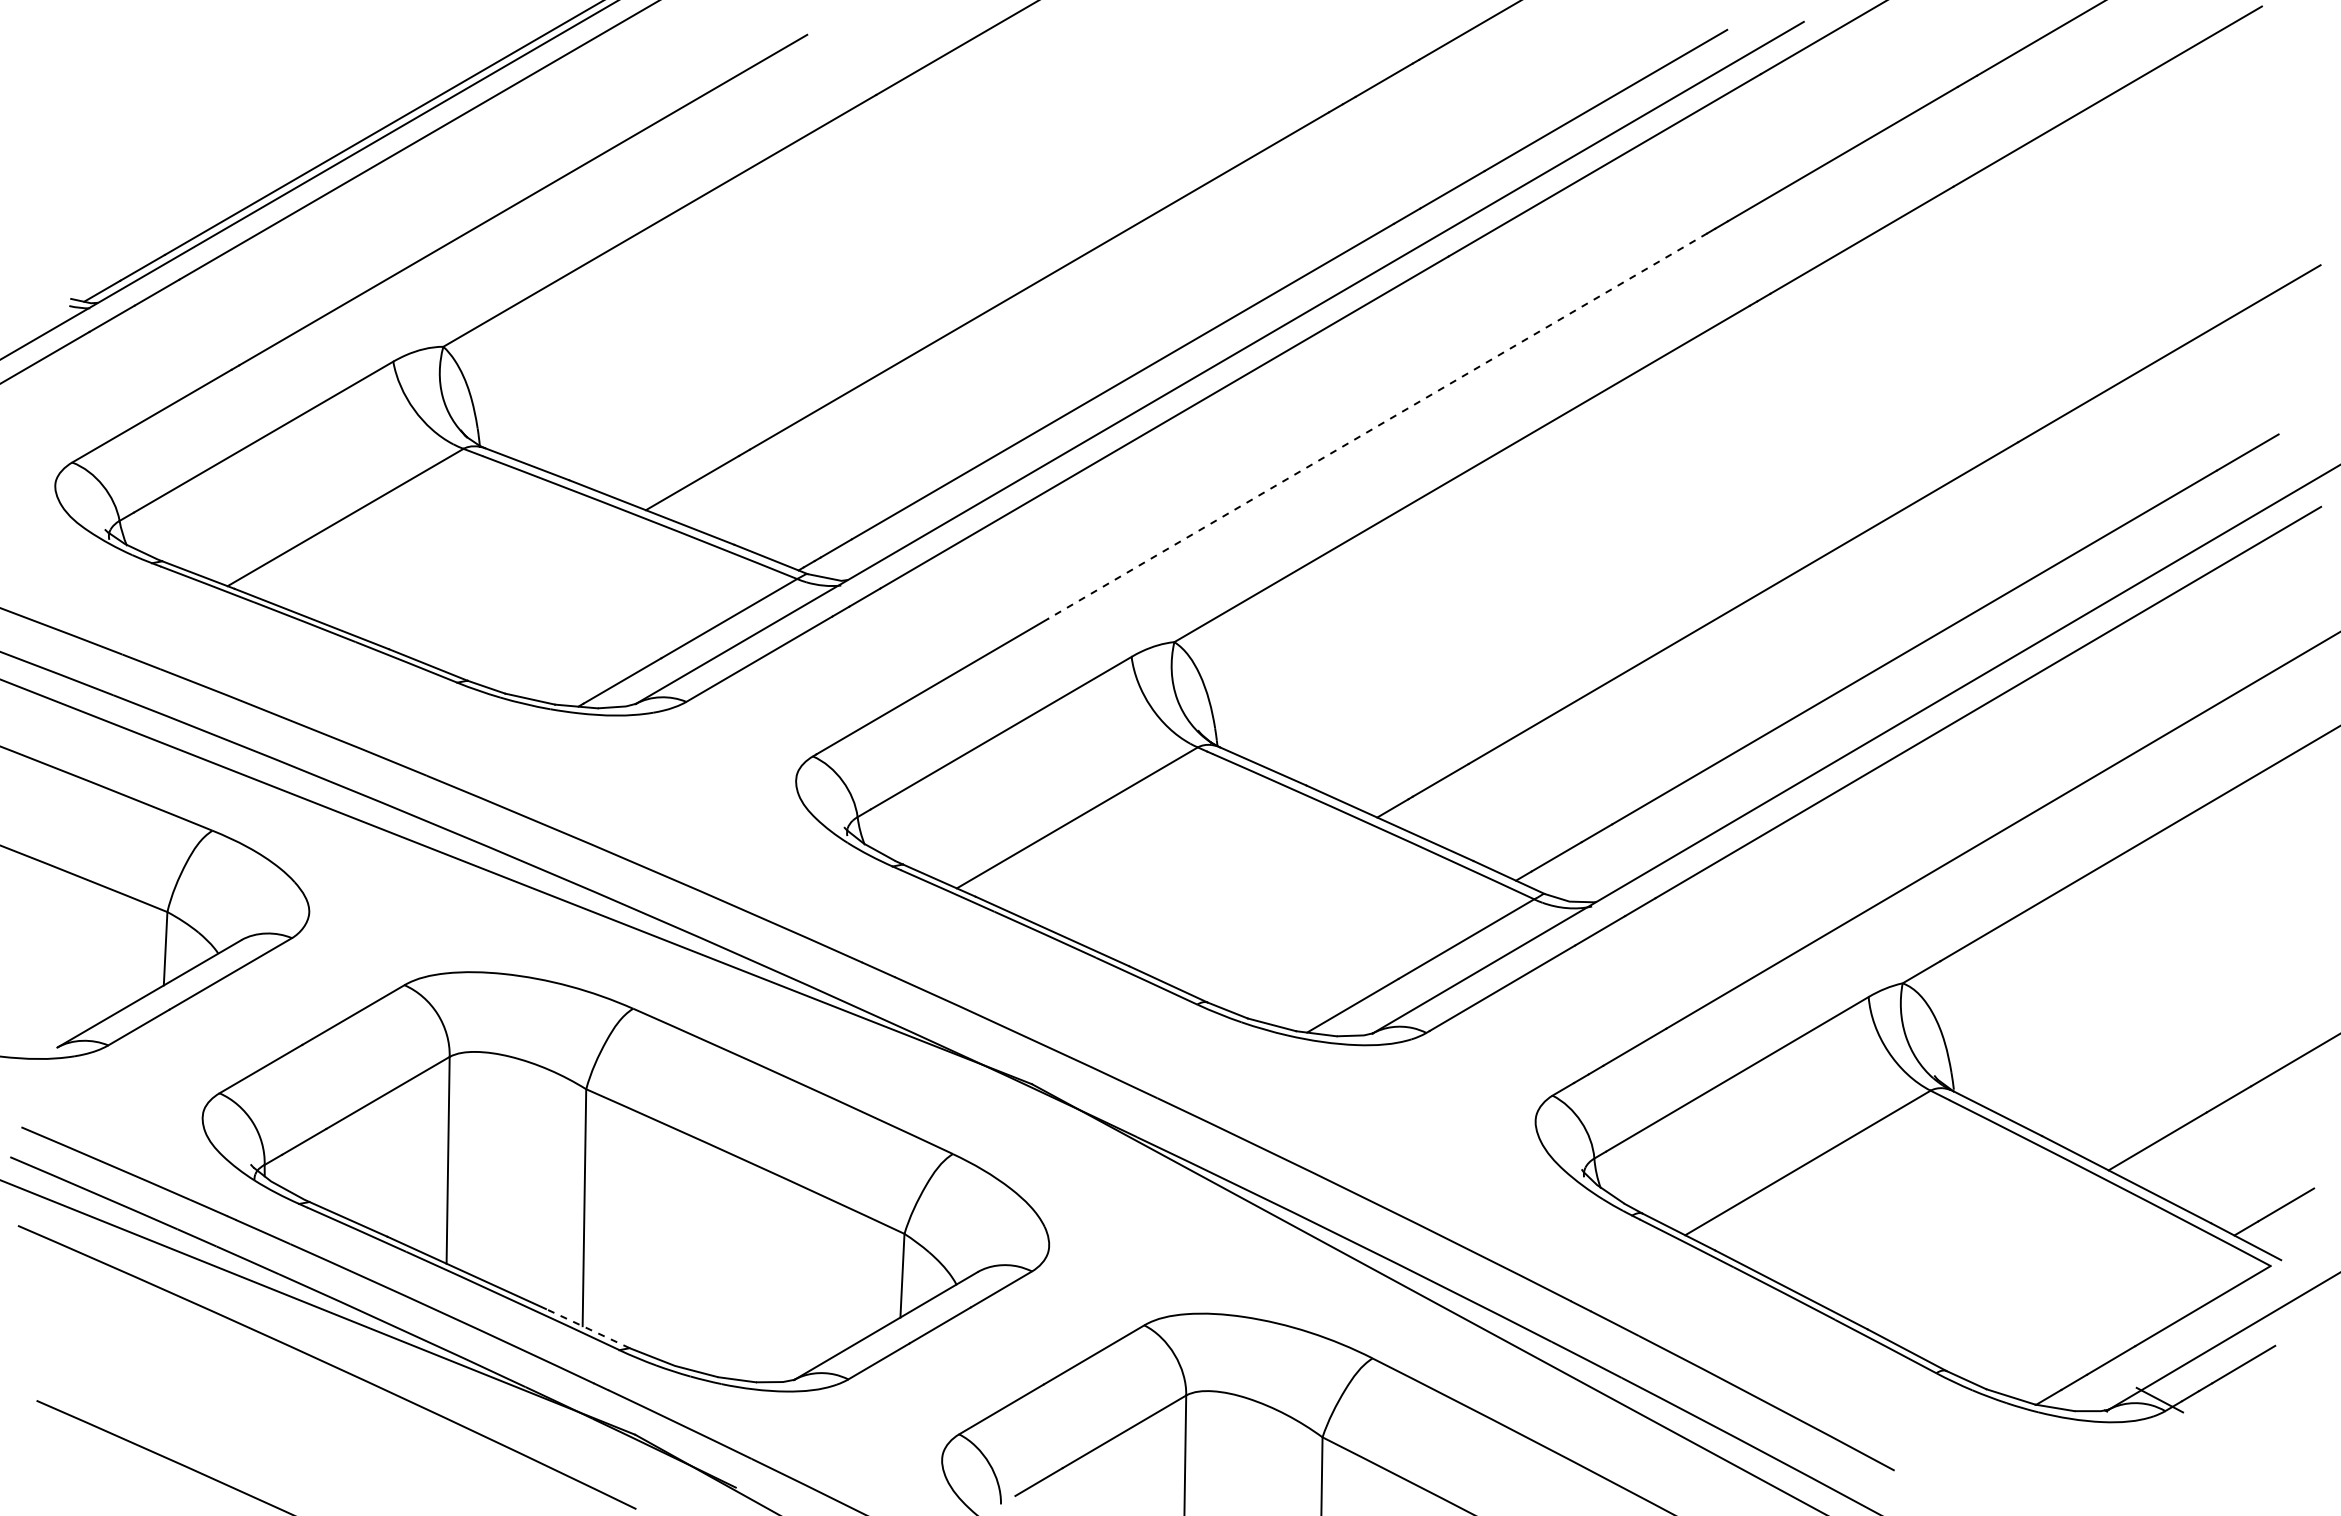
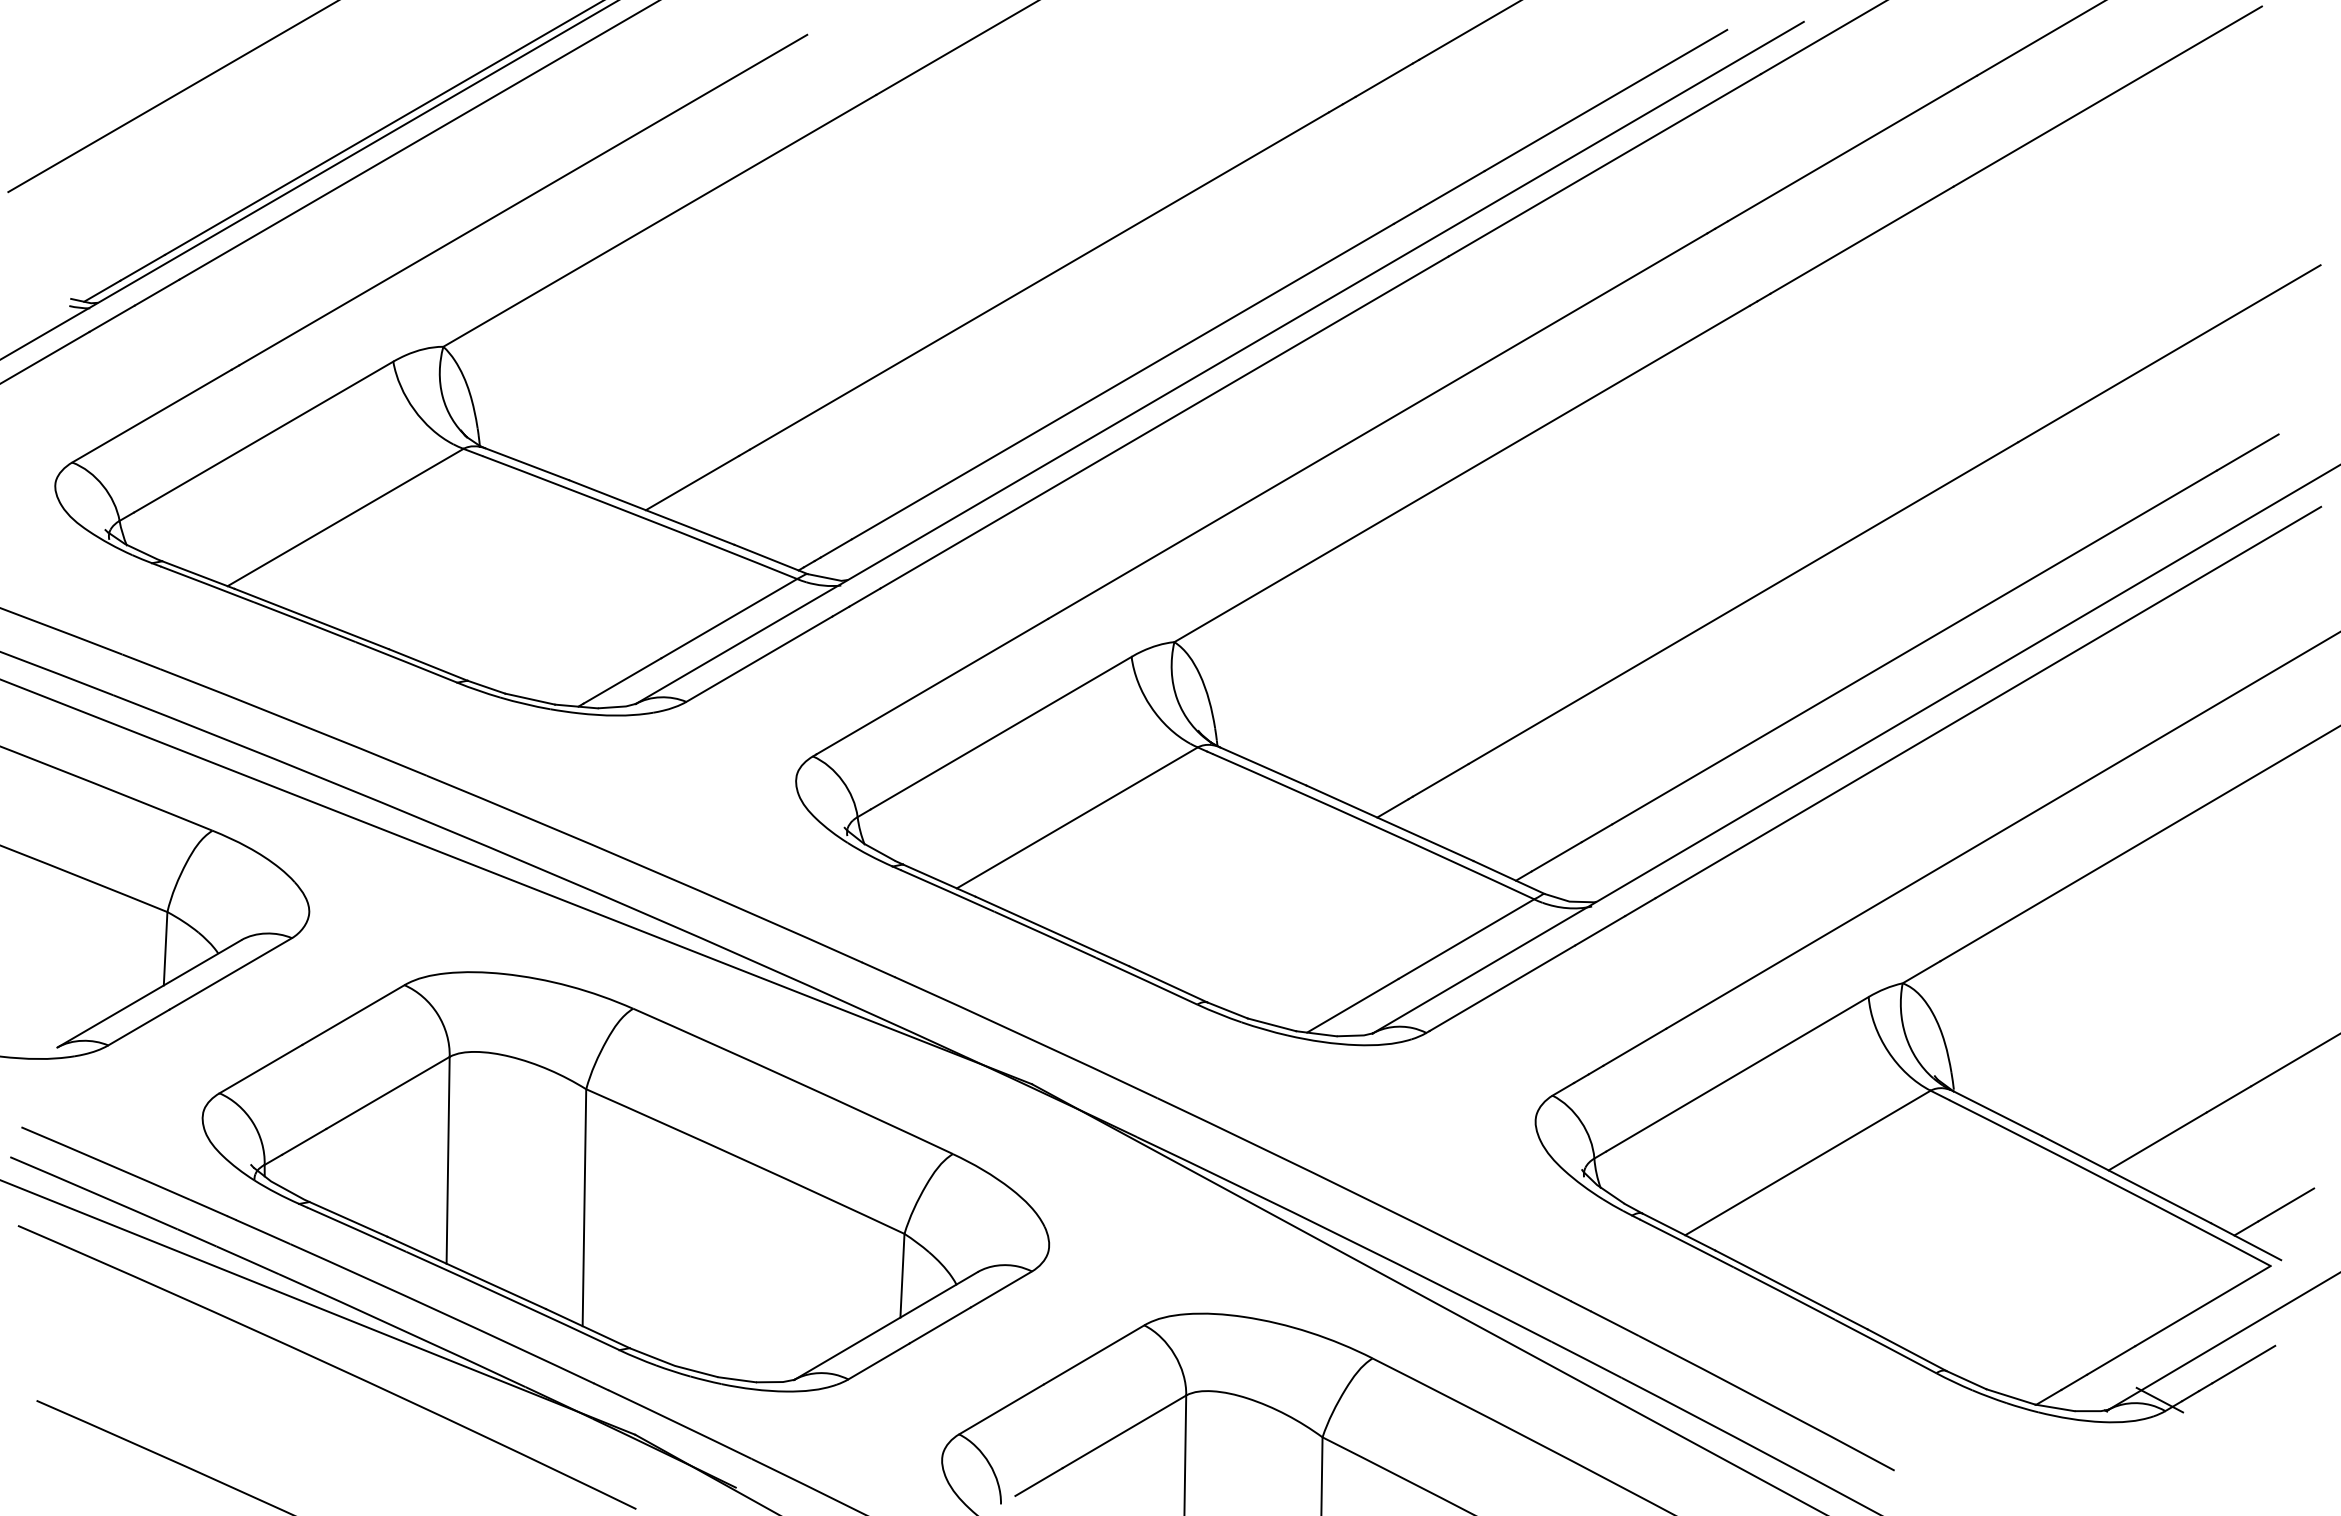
line at (171, 97): none -> present
line at (1377, 426): dashed -> solid
line at (587, 1328): dashed -> solid
